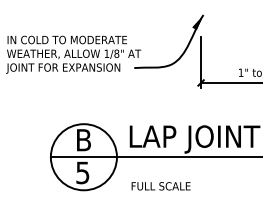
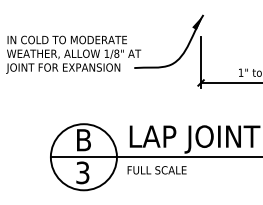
text at (83, 172): 5 -> 3
text at (160, 186) position: (160, 186) -> (156, 170)
